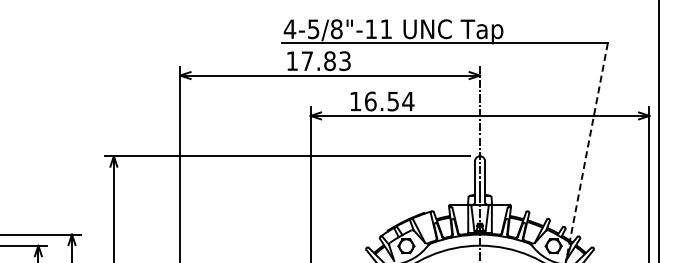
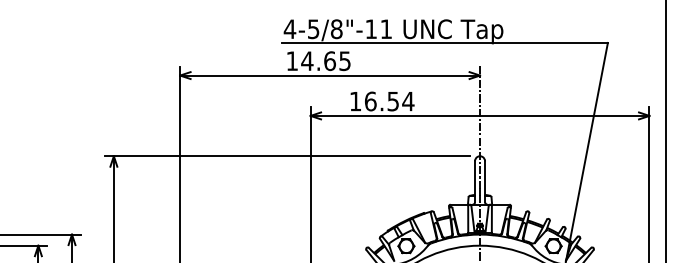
text at (325, 60): 17.83 -> 14.65
line at (659, 130) position: (659, 130) -> (666, 130)
line at (586, 152): dashed -> solid
